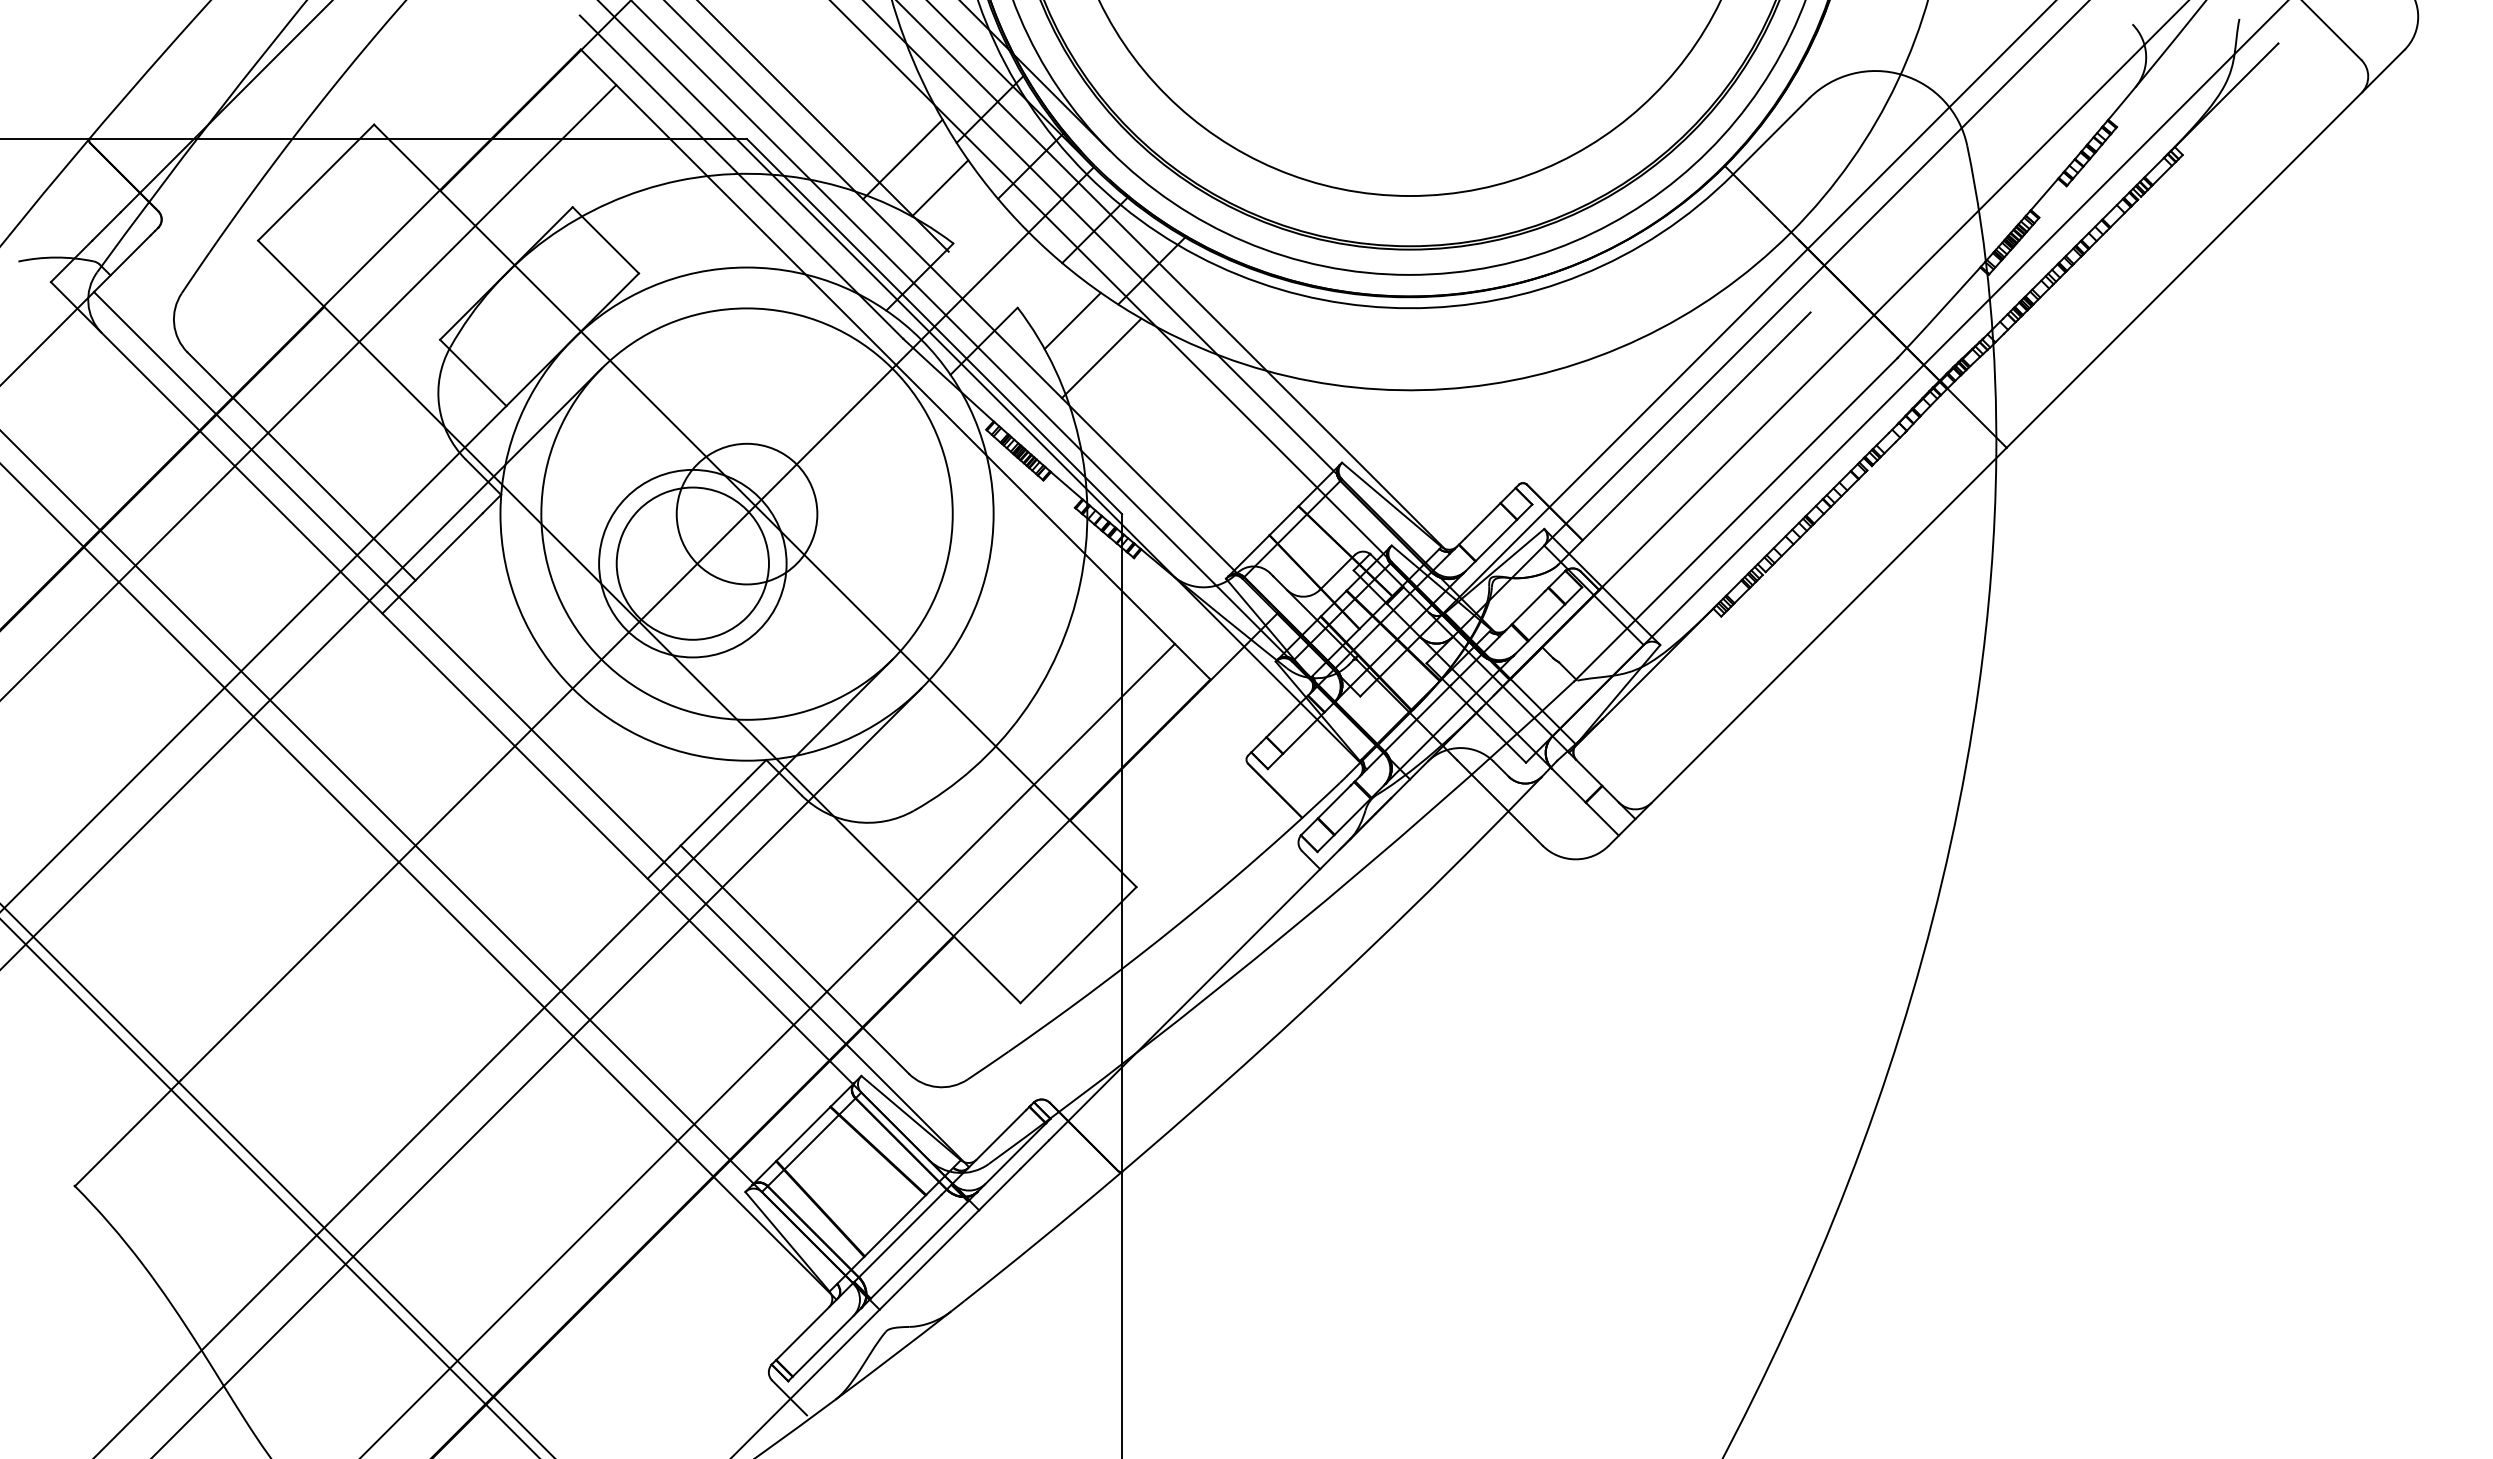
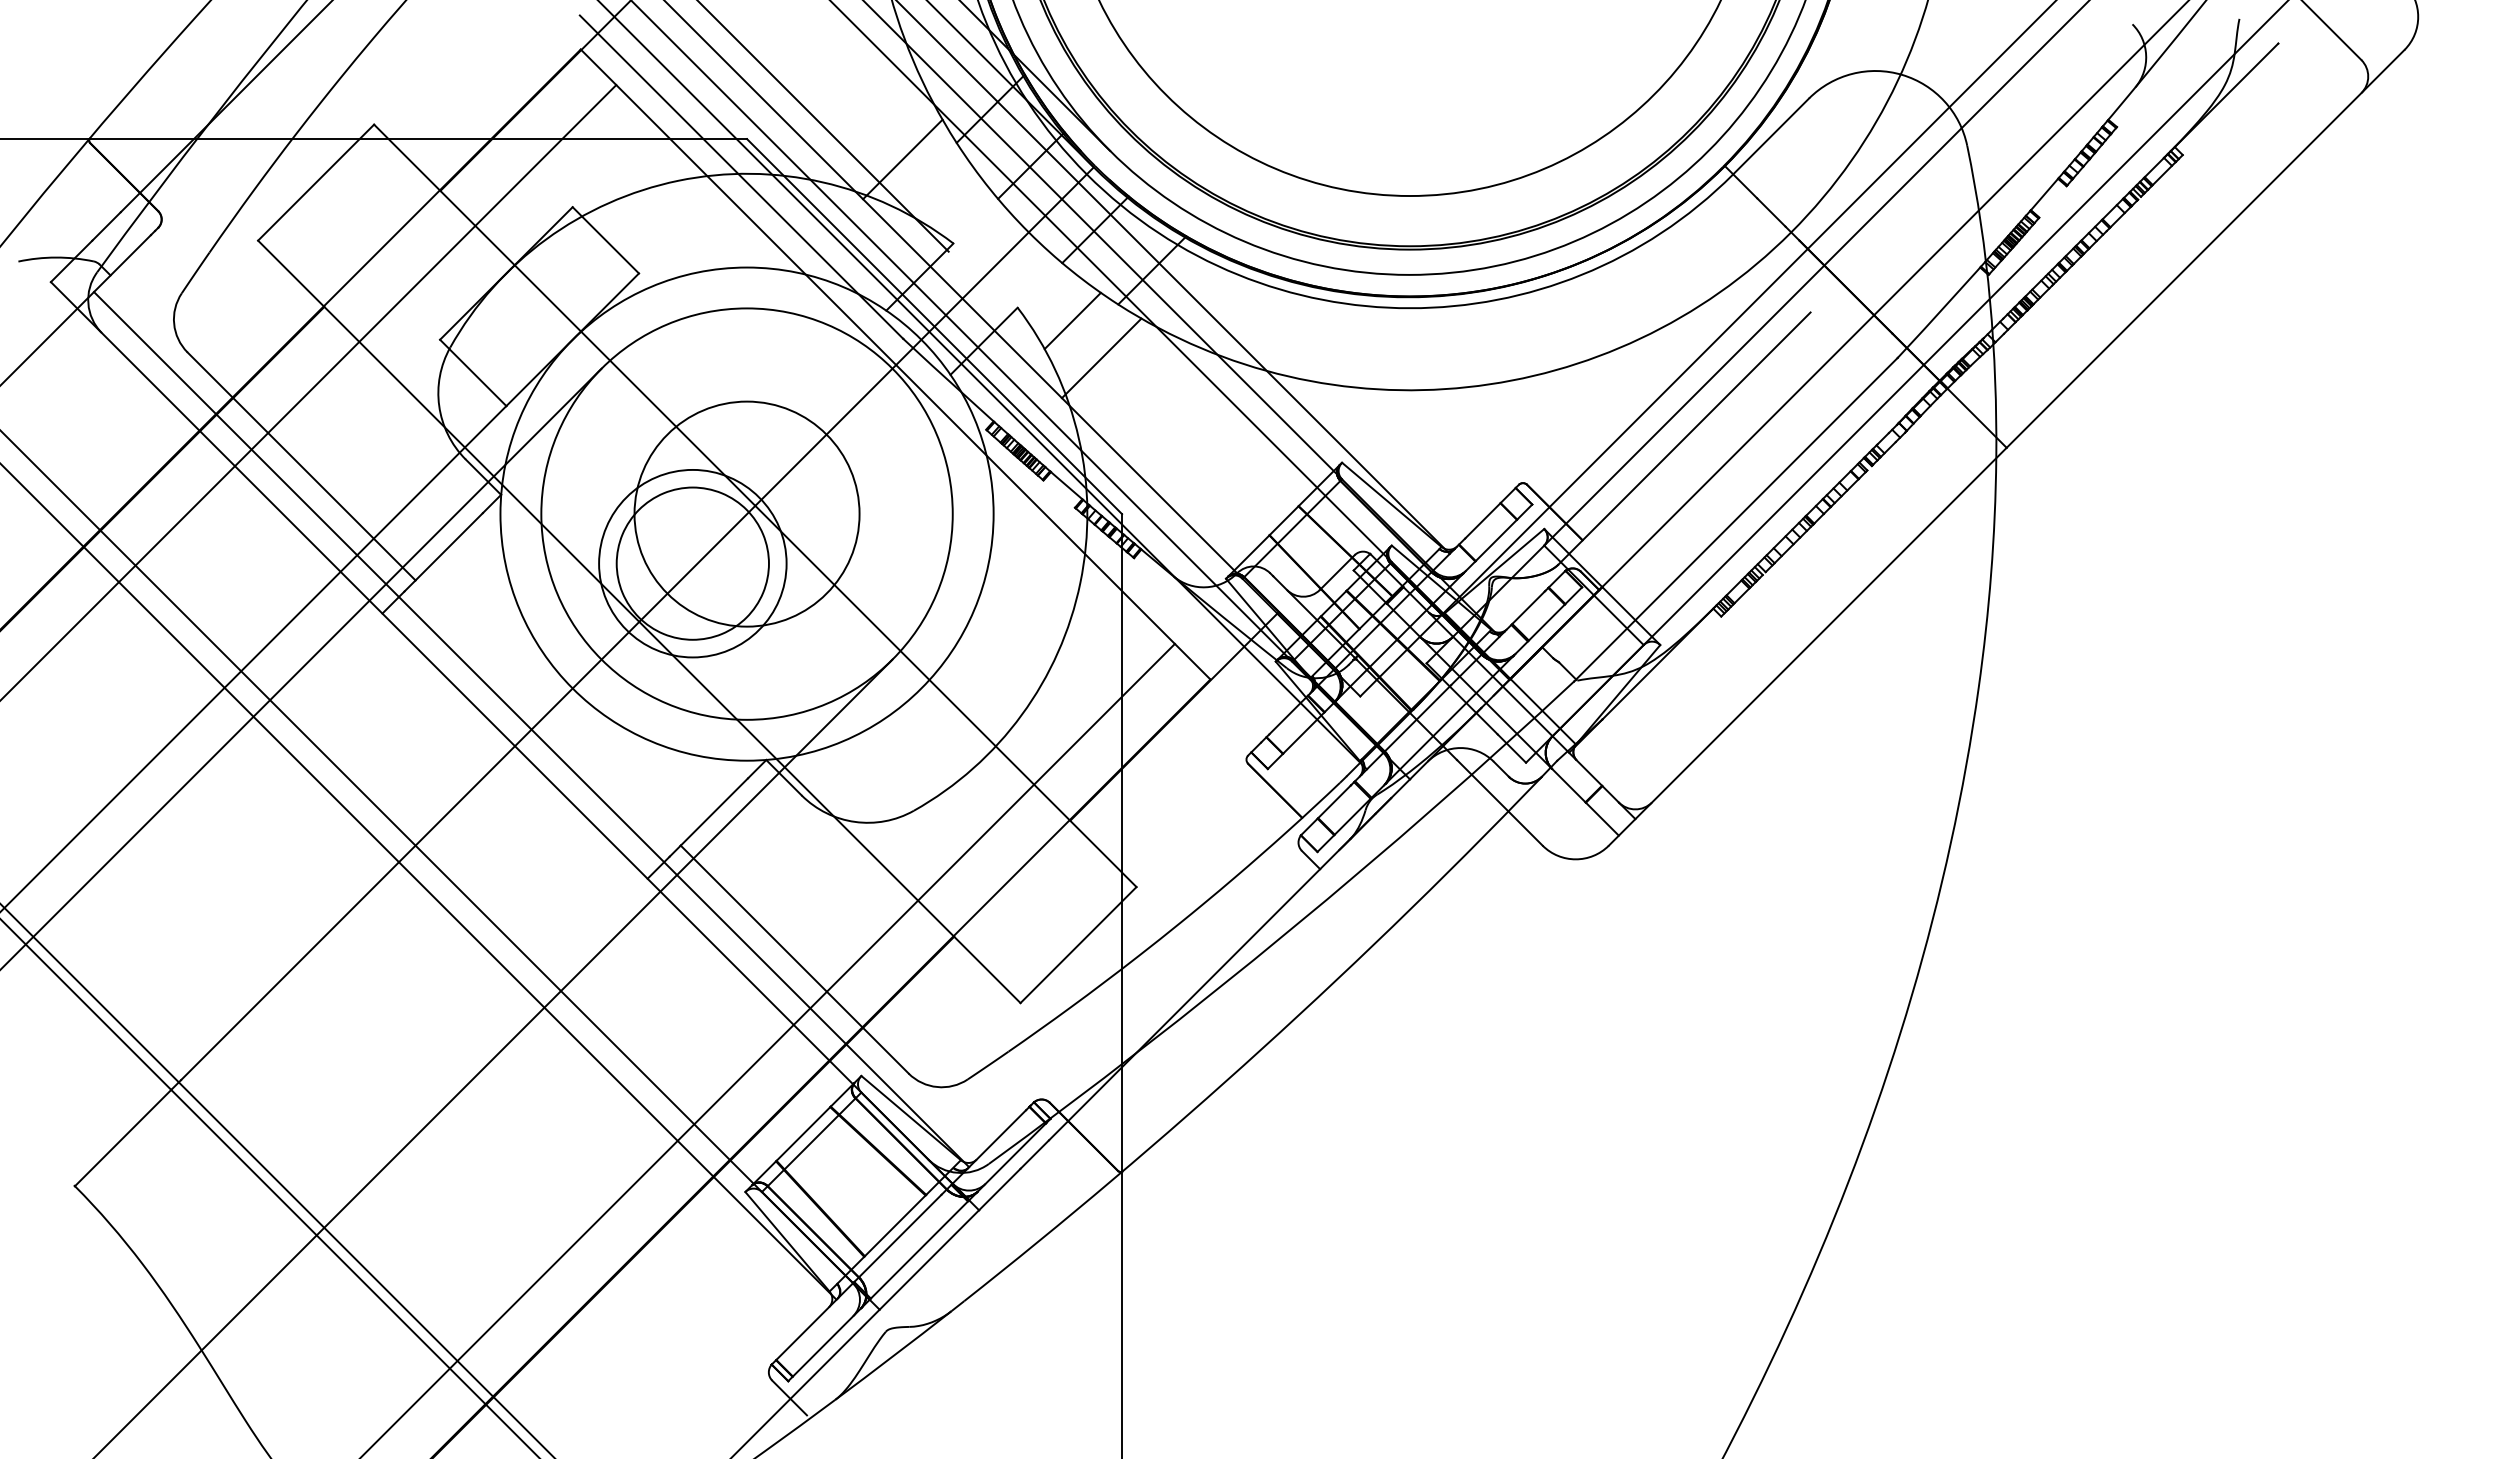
line at (940, 188): present -> none
circle at (746, 513) diameter: 141 px -> 225 px
line at (537, 1071): present -> none
